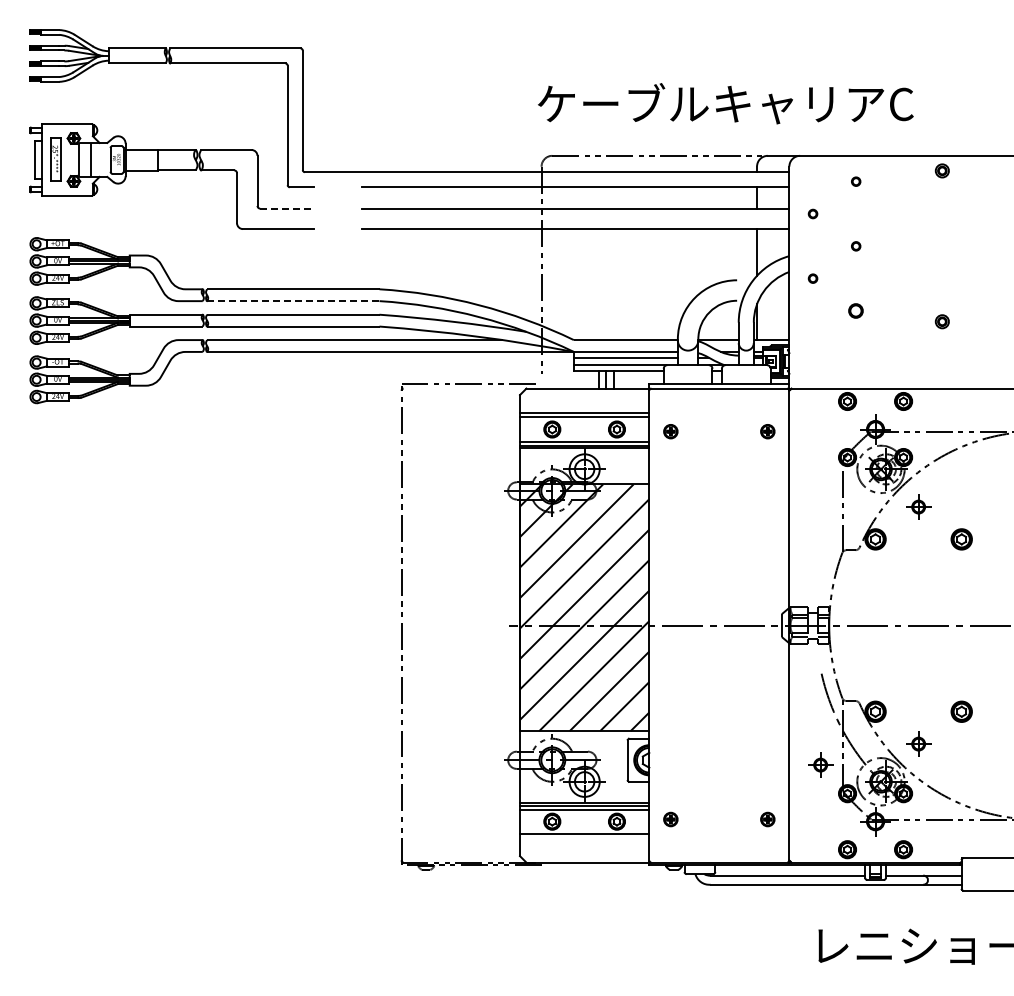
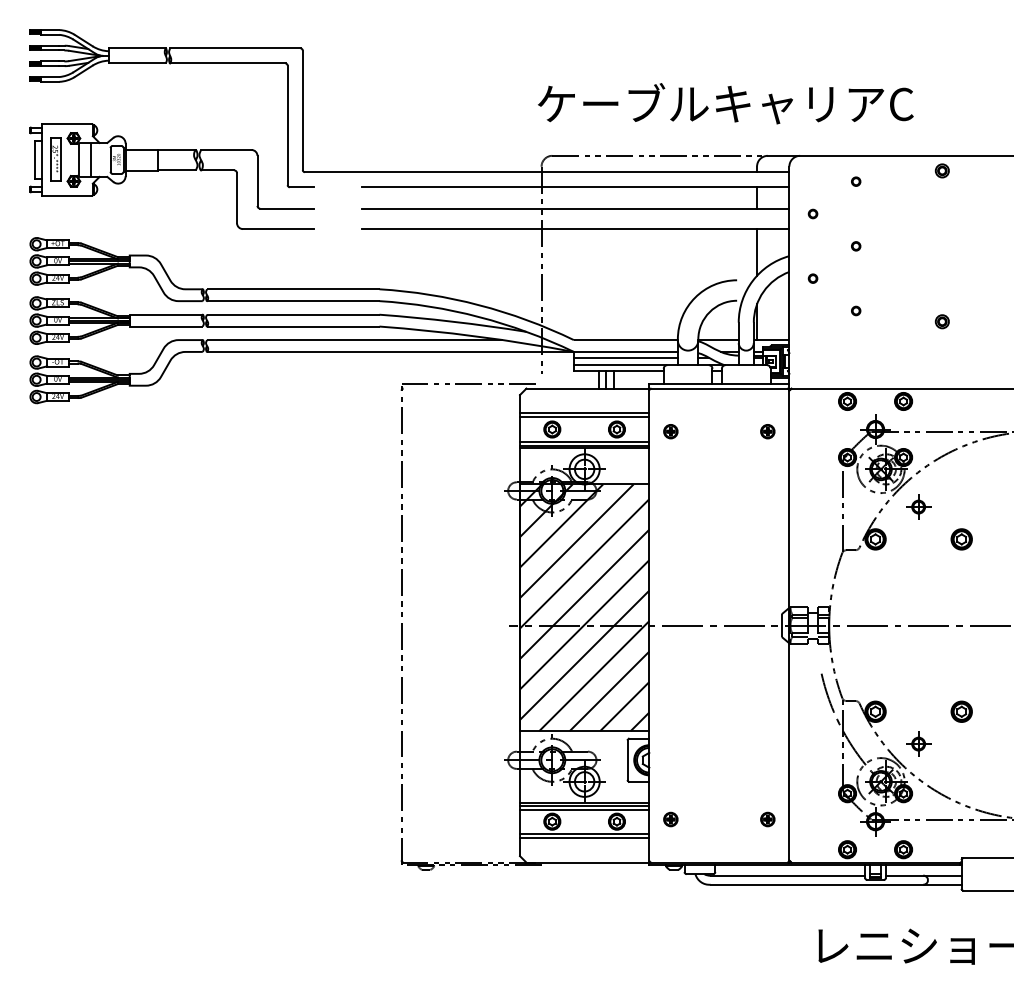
line at (287, 208): dashed -> solid
line at (293, 301): dashed -> solid
part at (855, 310) size: 16x16 px -> 11x12 px
part at (820, 764): present -> none
line at (584, 837): none -> present
